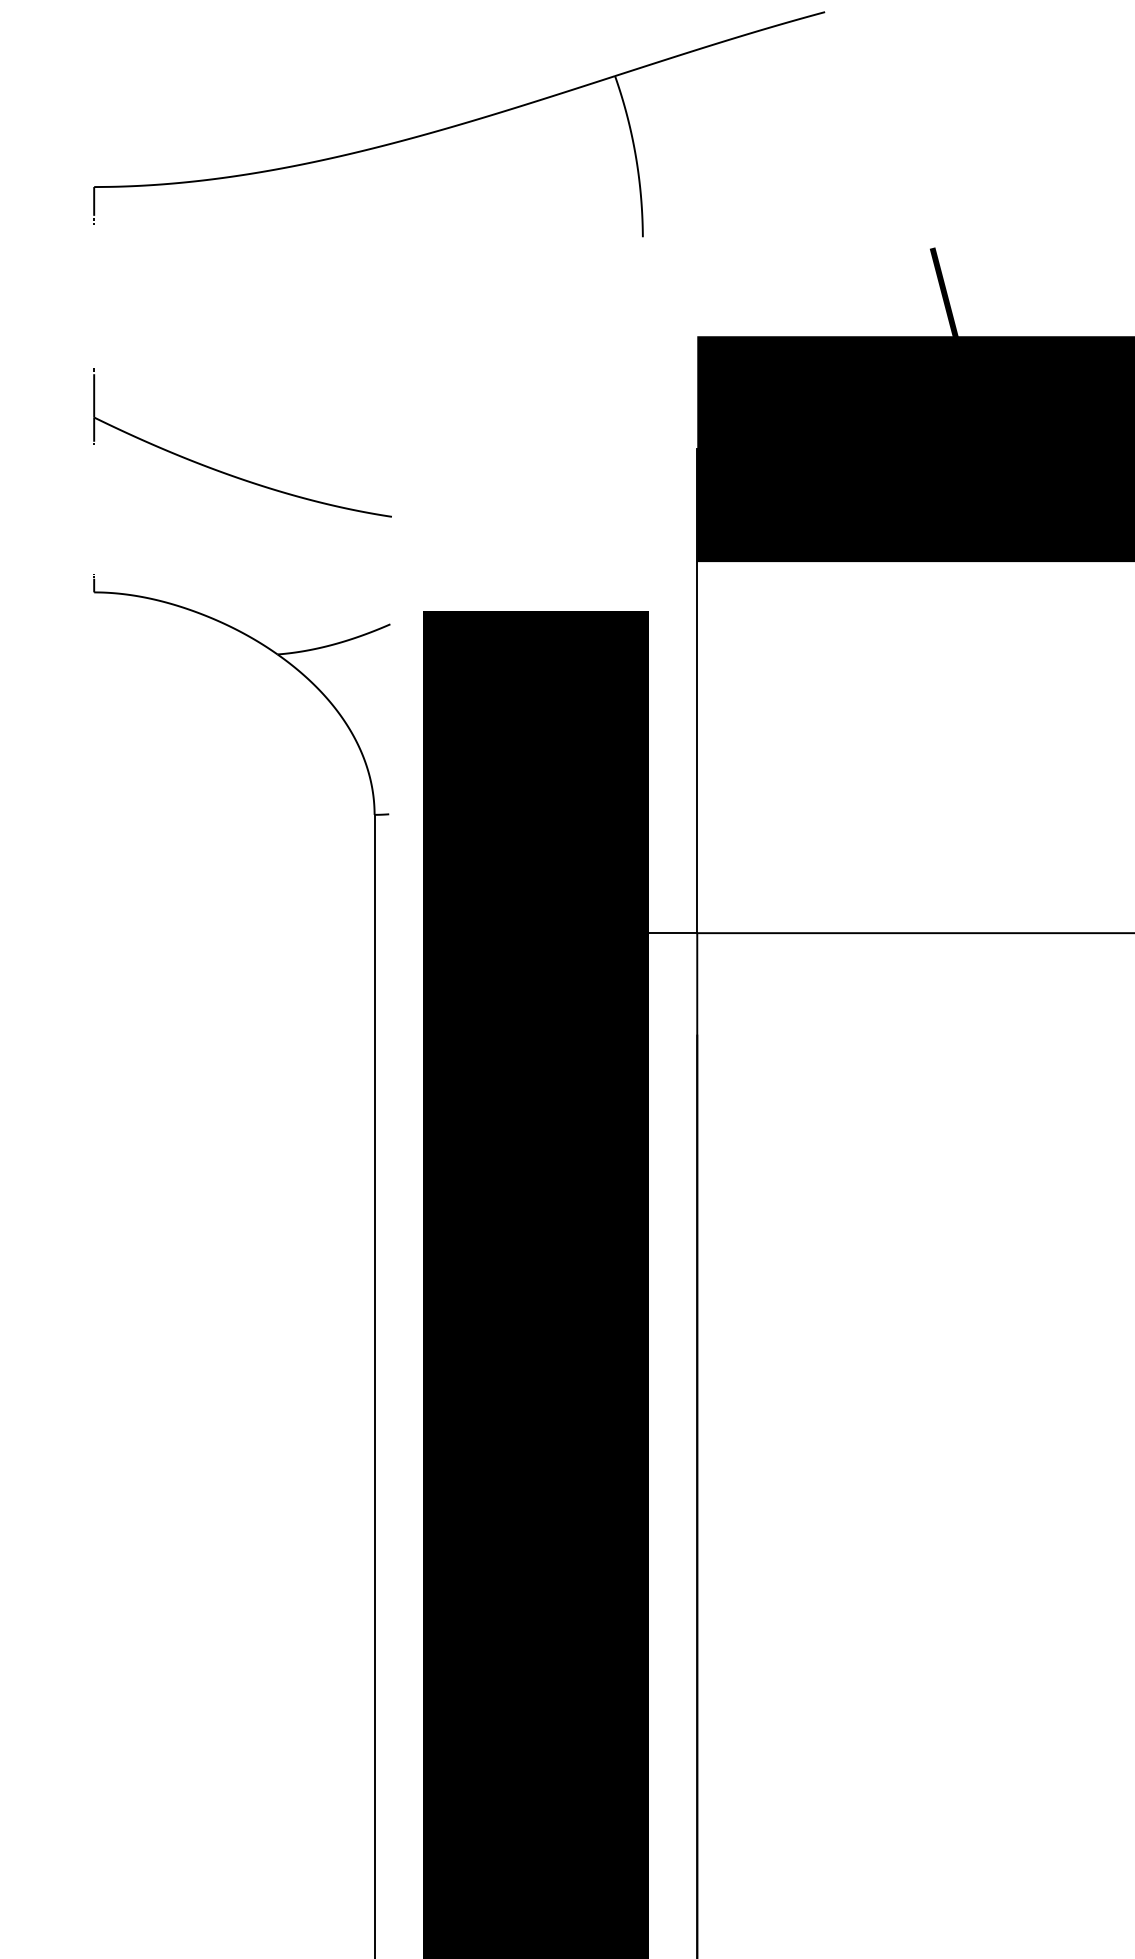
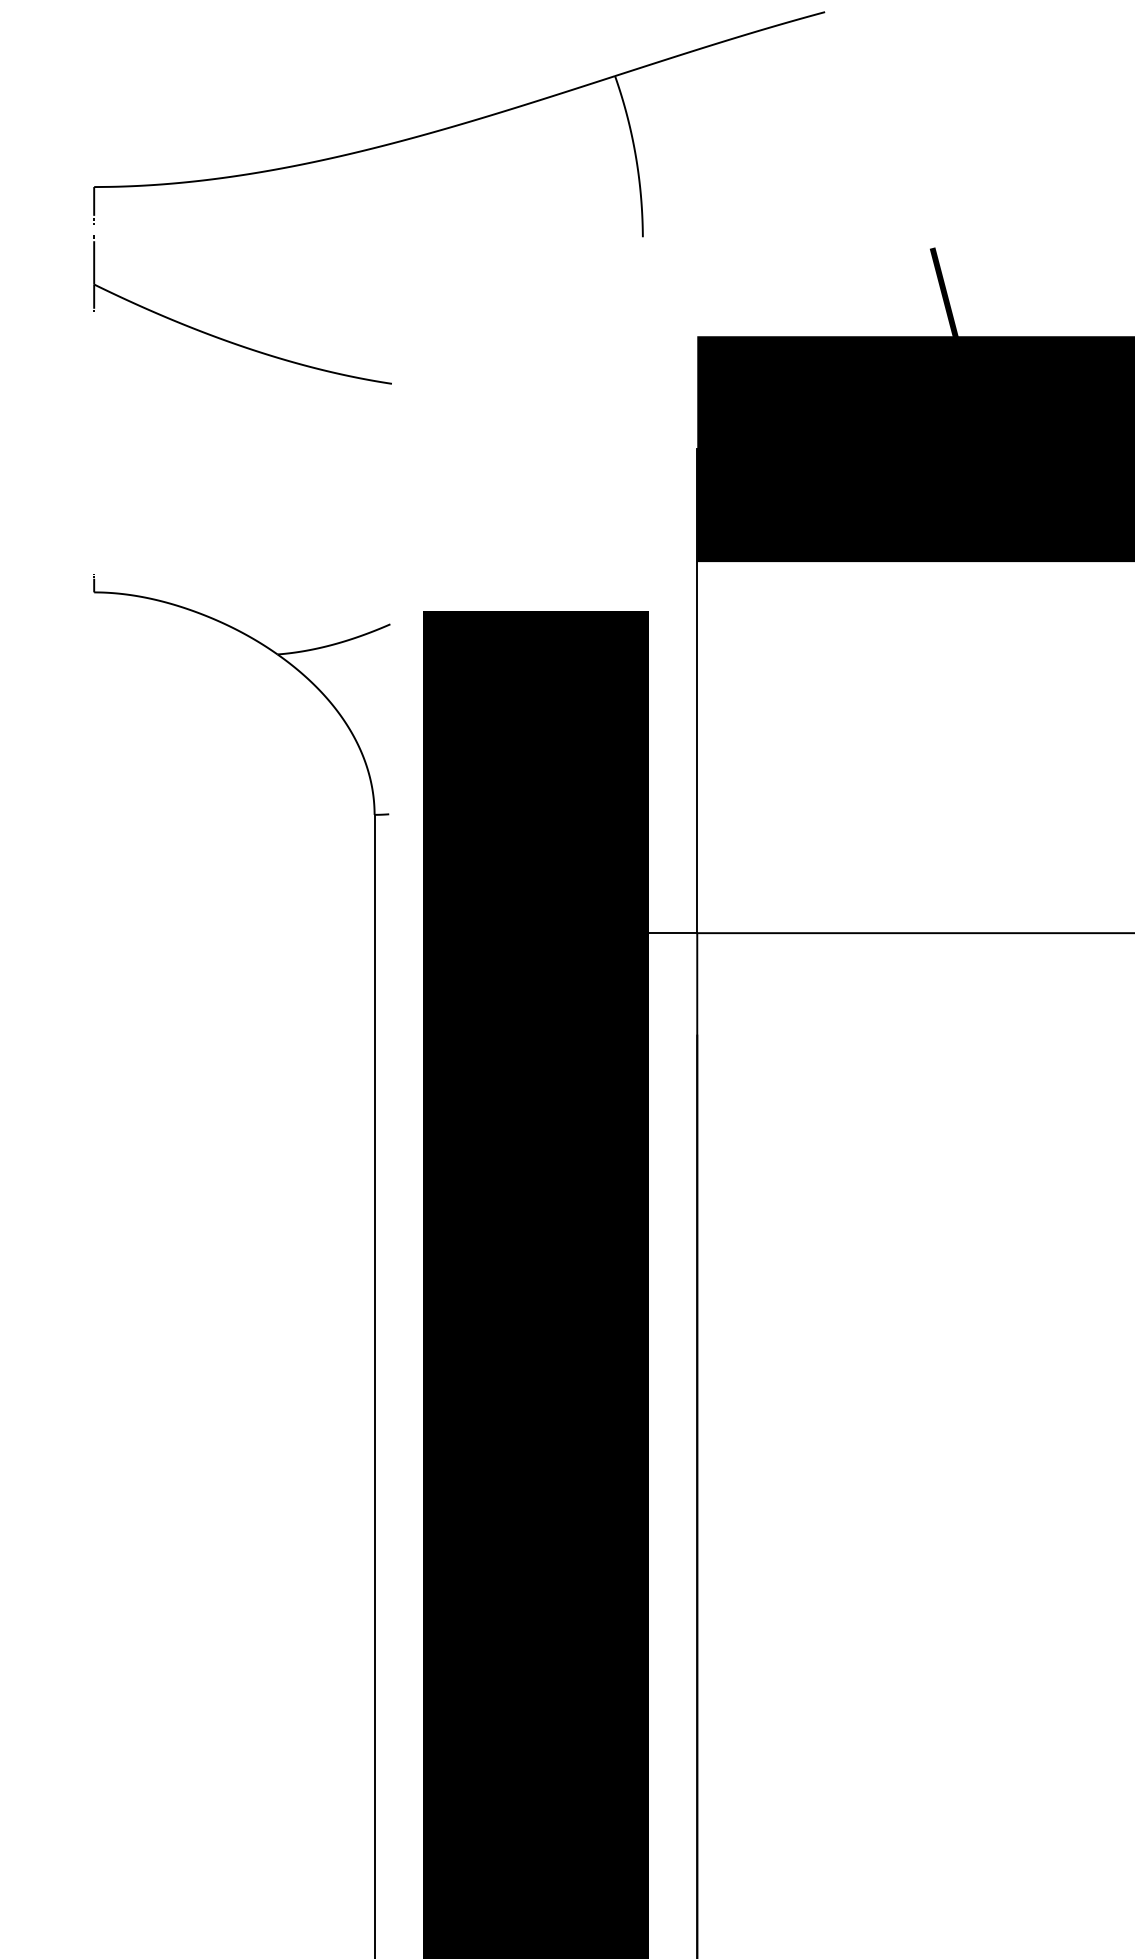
part at (231, 474) position: (231, 474) -> (231, 341)
